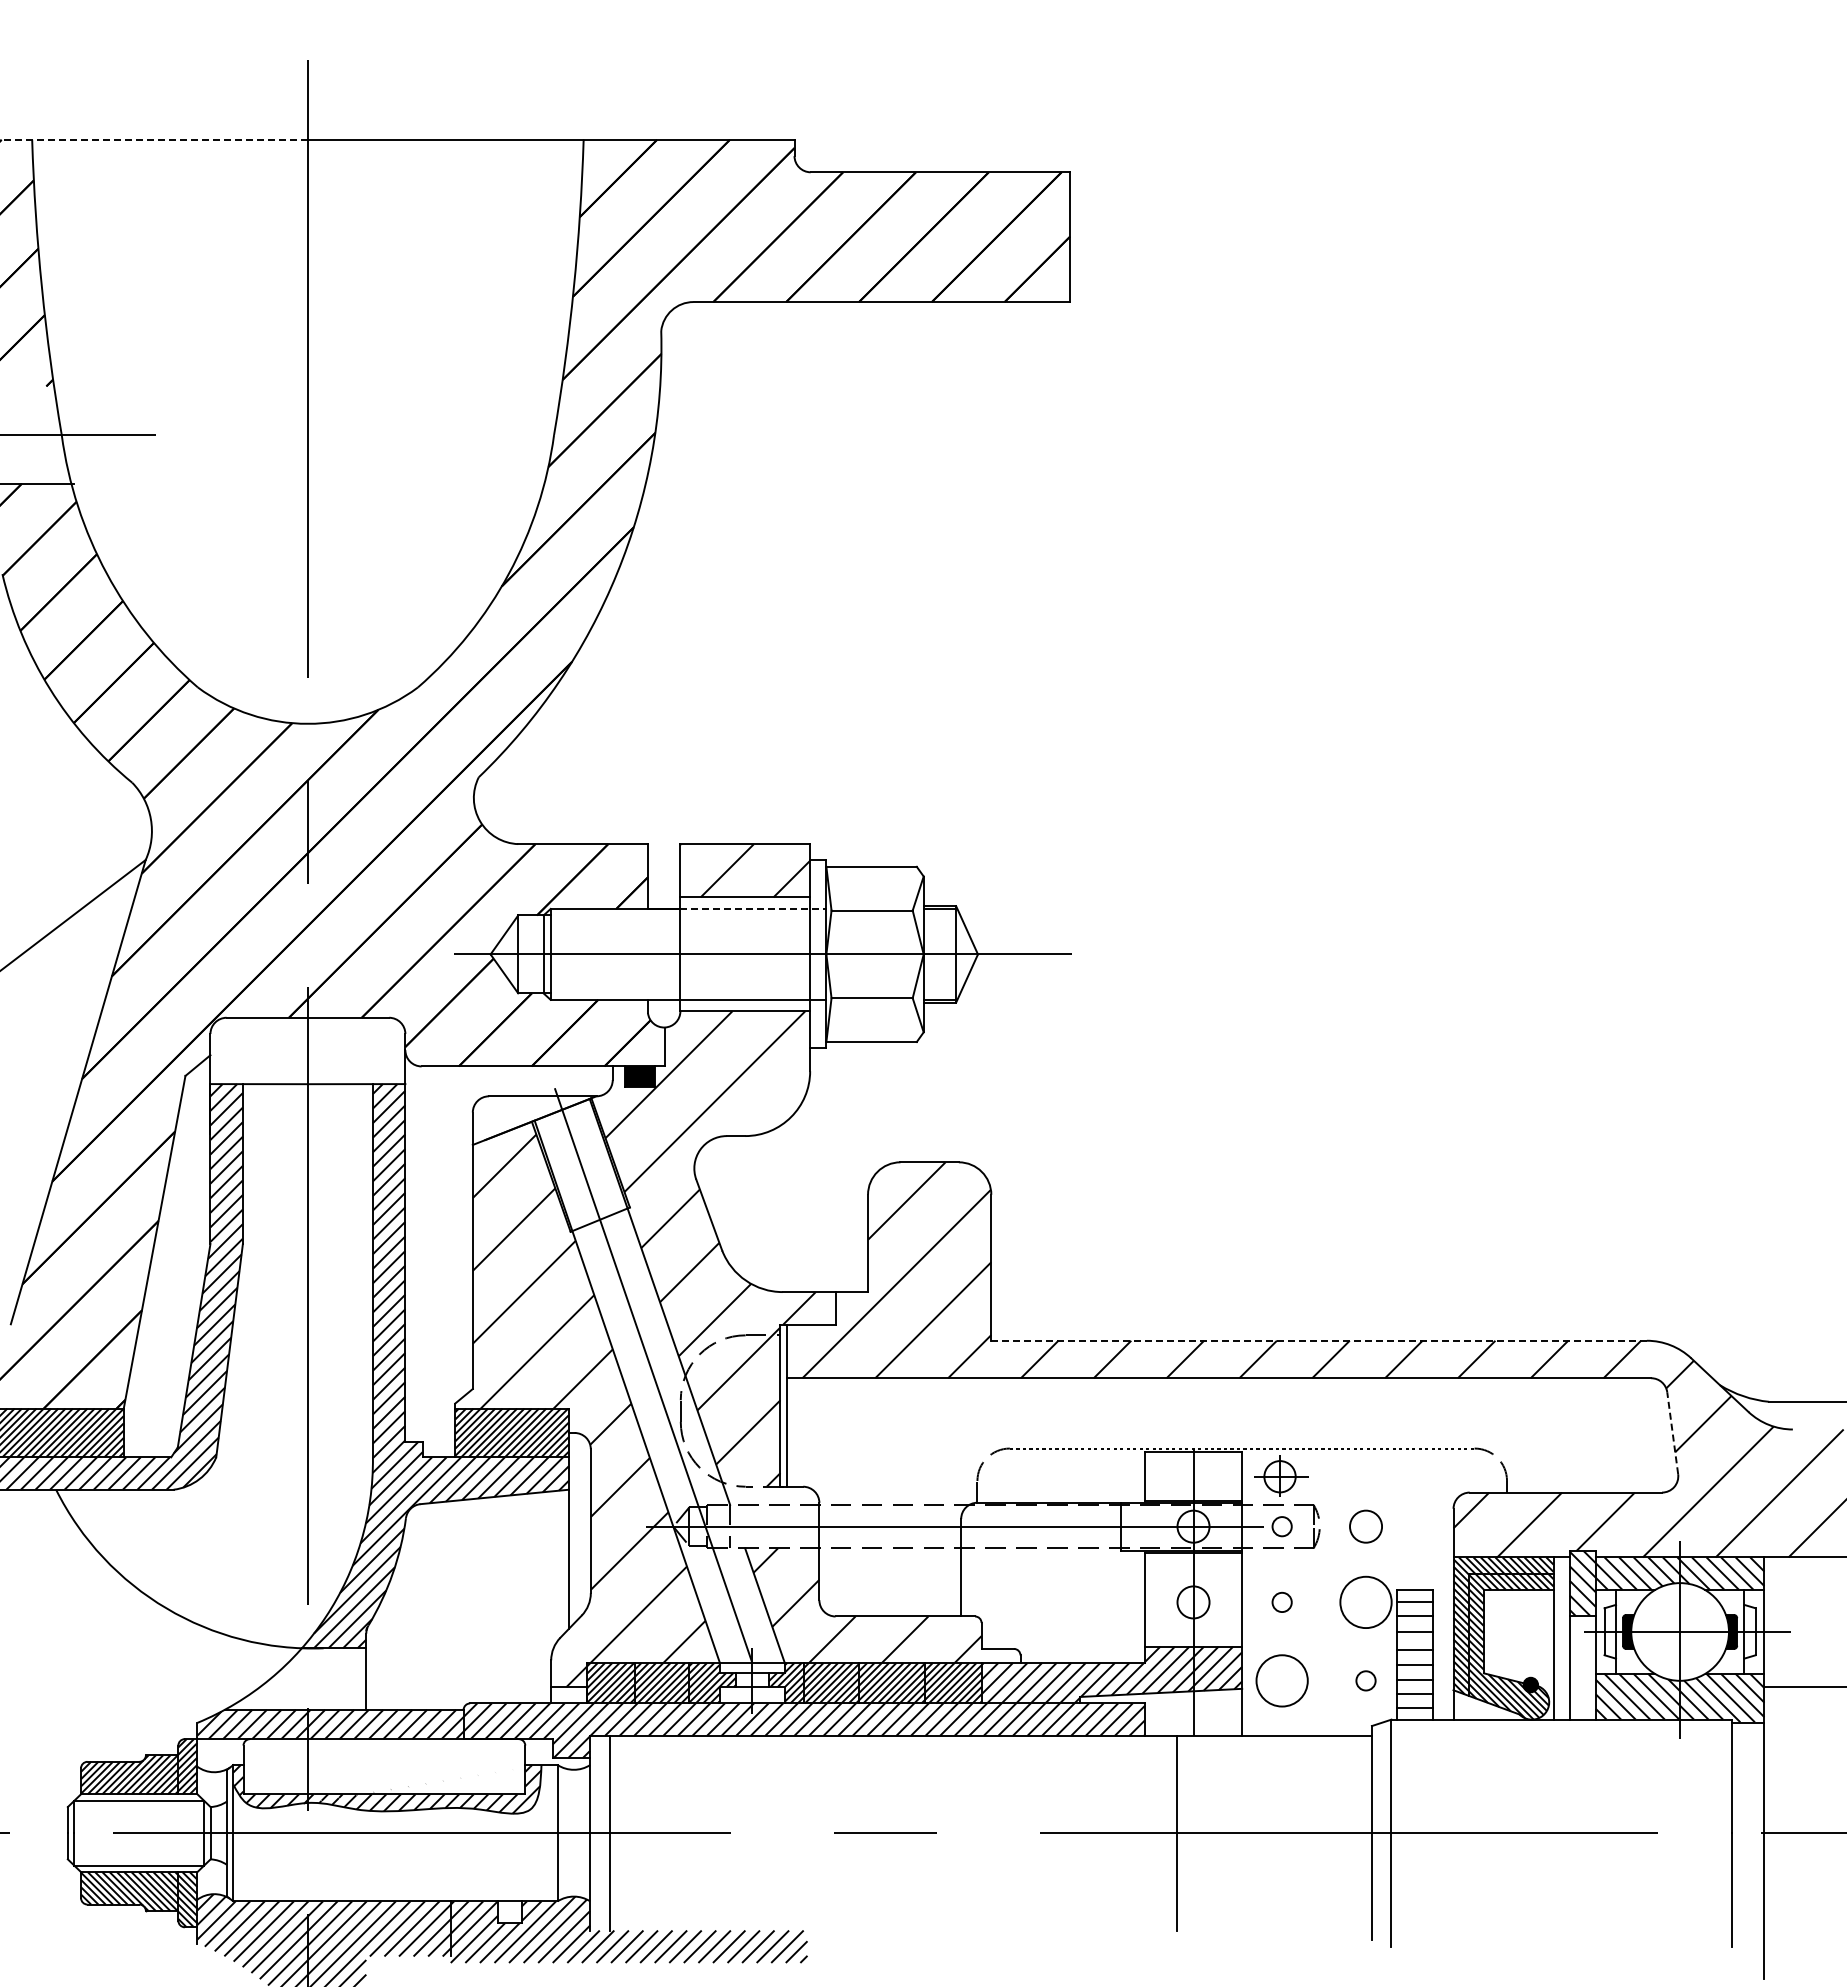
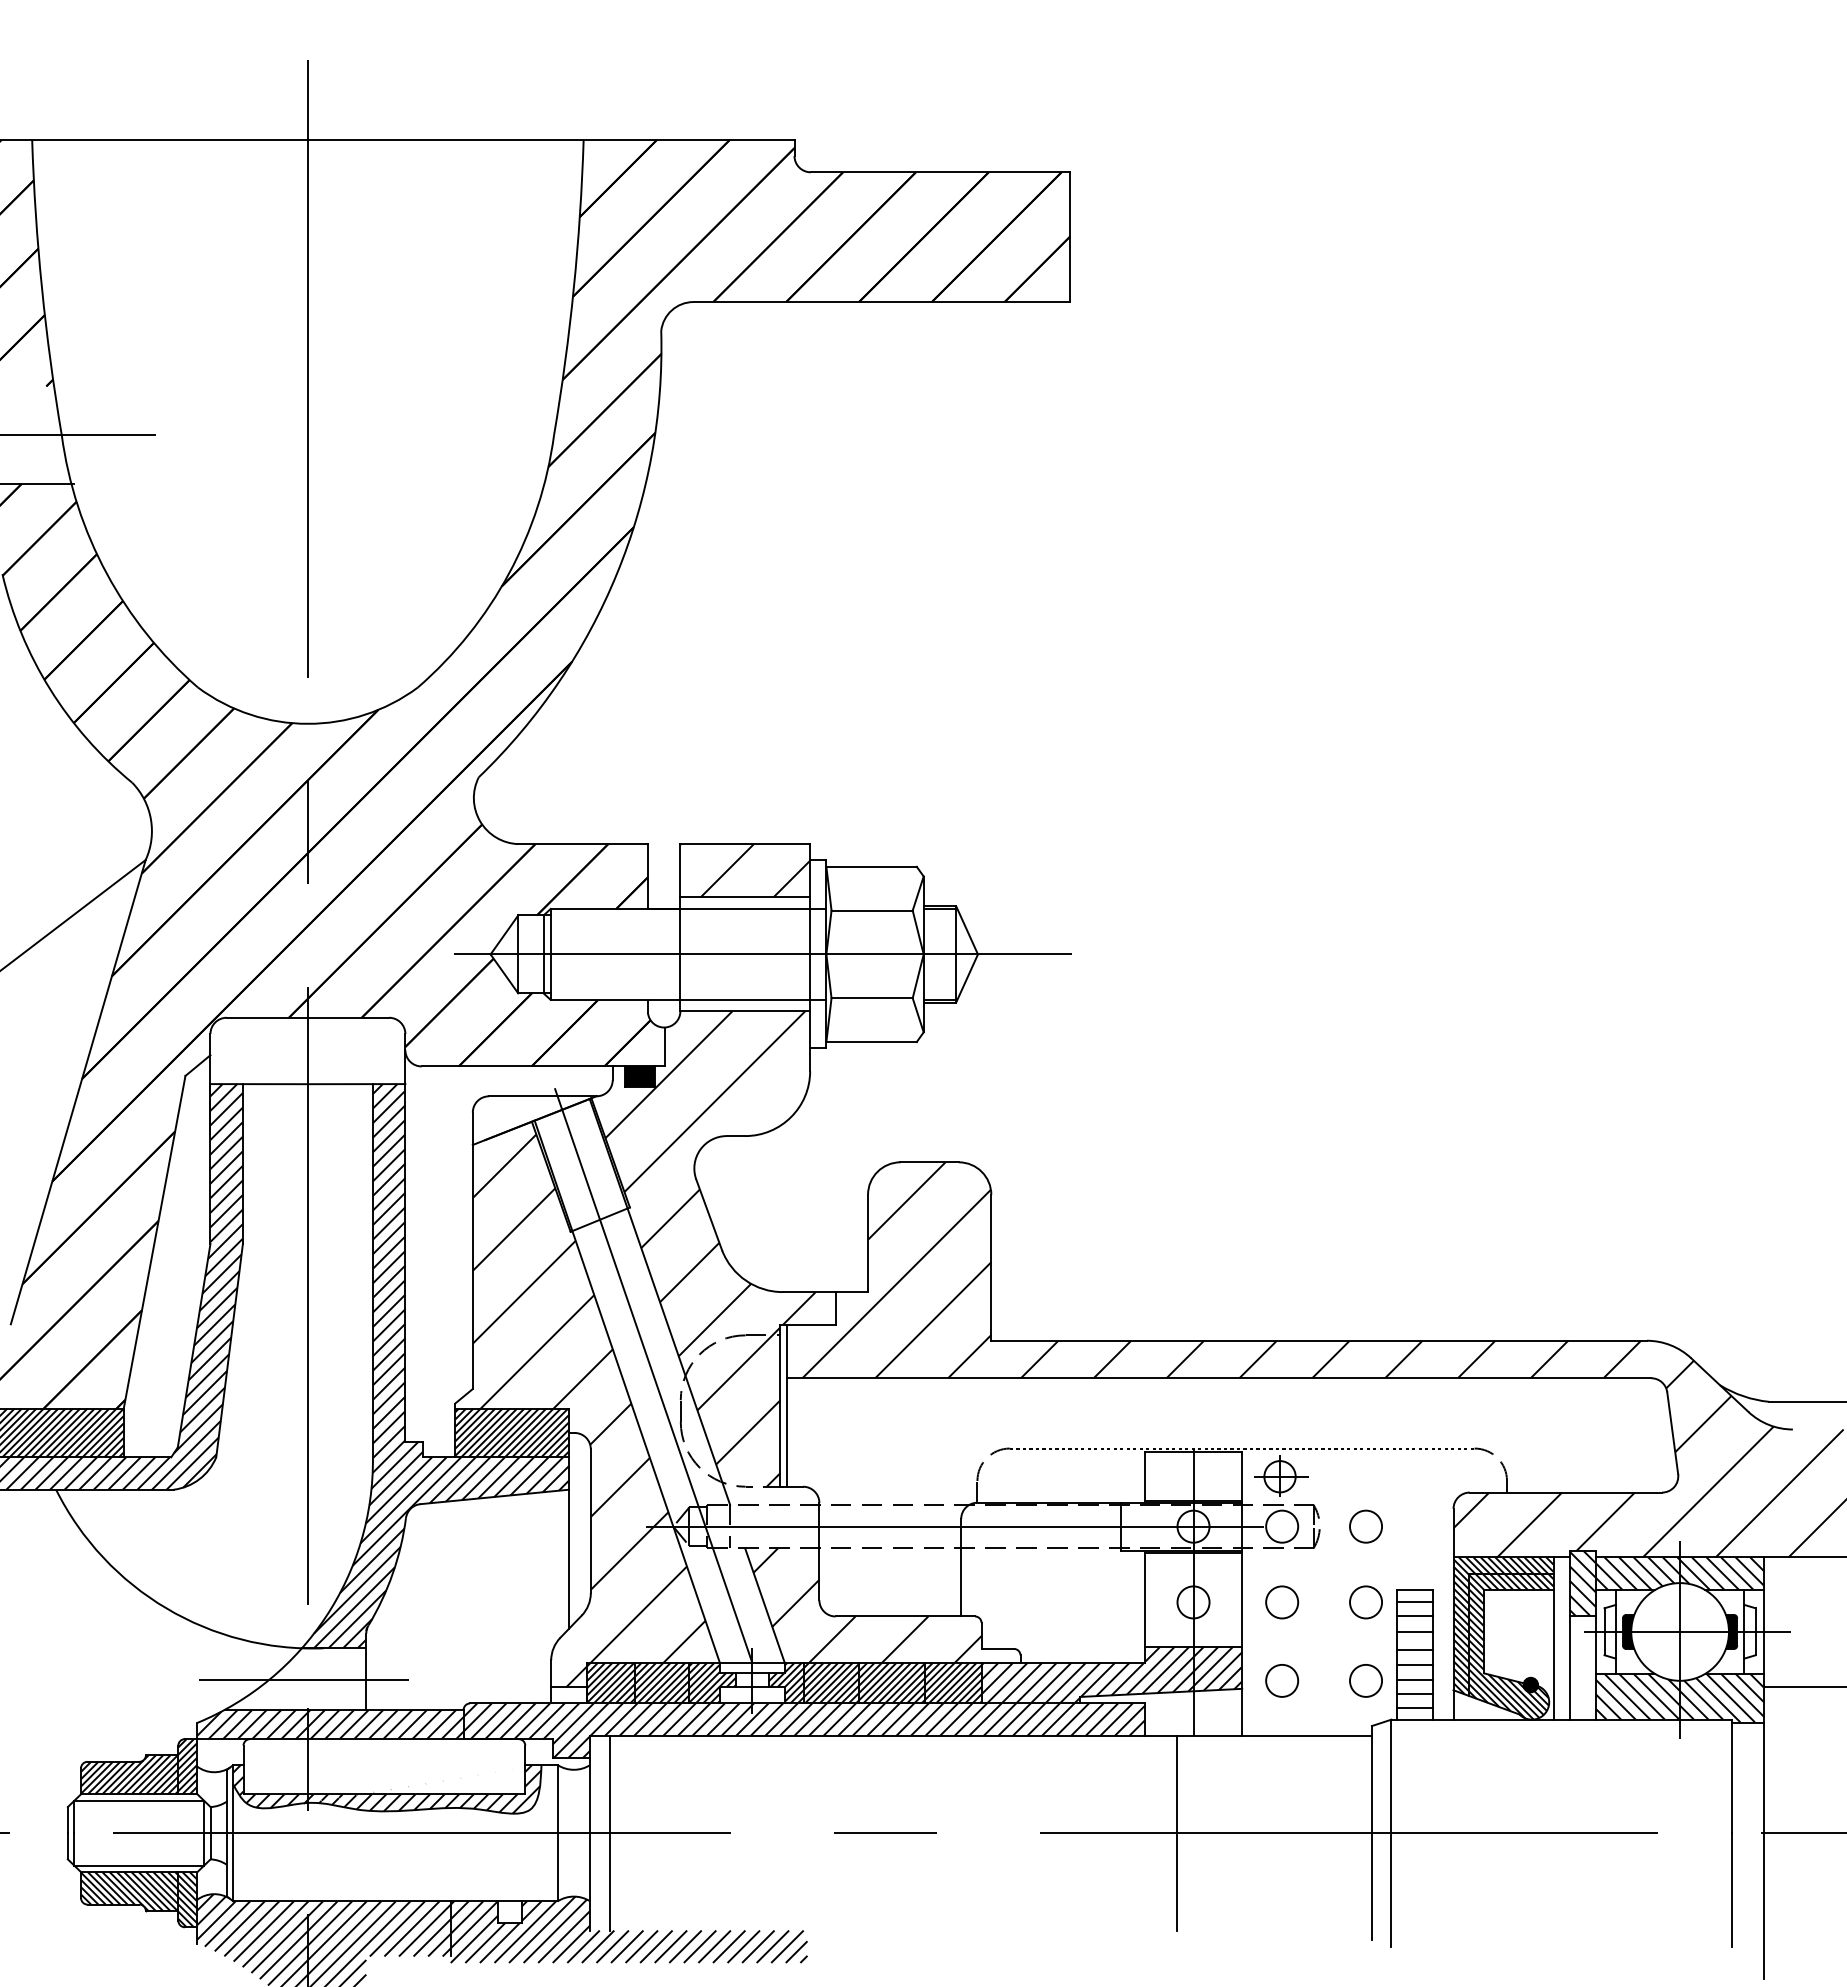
line at (154, 139): dashed -> solid
line at (753, 909): dashed -> solid
line at (1319, 1340): dashed -> solid
line at (1672, 1432): dashed -> solid
circle at (1281, 1526) diameter: 19 px -> 32 px
circle at (1281, 1602) diameter: 19 px -> 32 px
circle at (1365, 1602) diameter: 51 px -> 32 px
line at (303, 1680): none -> present
circle at (1281, 1680) diameter: 51 px -> 32 px
circle at (1365, 1680) diameter: 19 px -> 32 px
